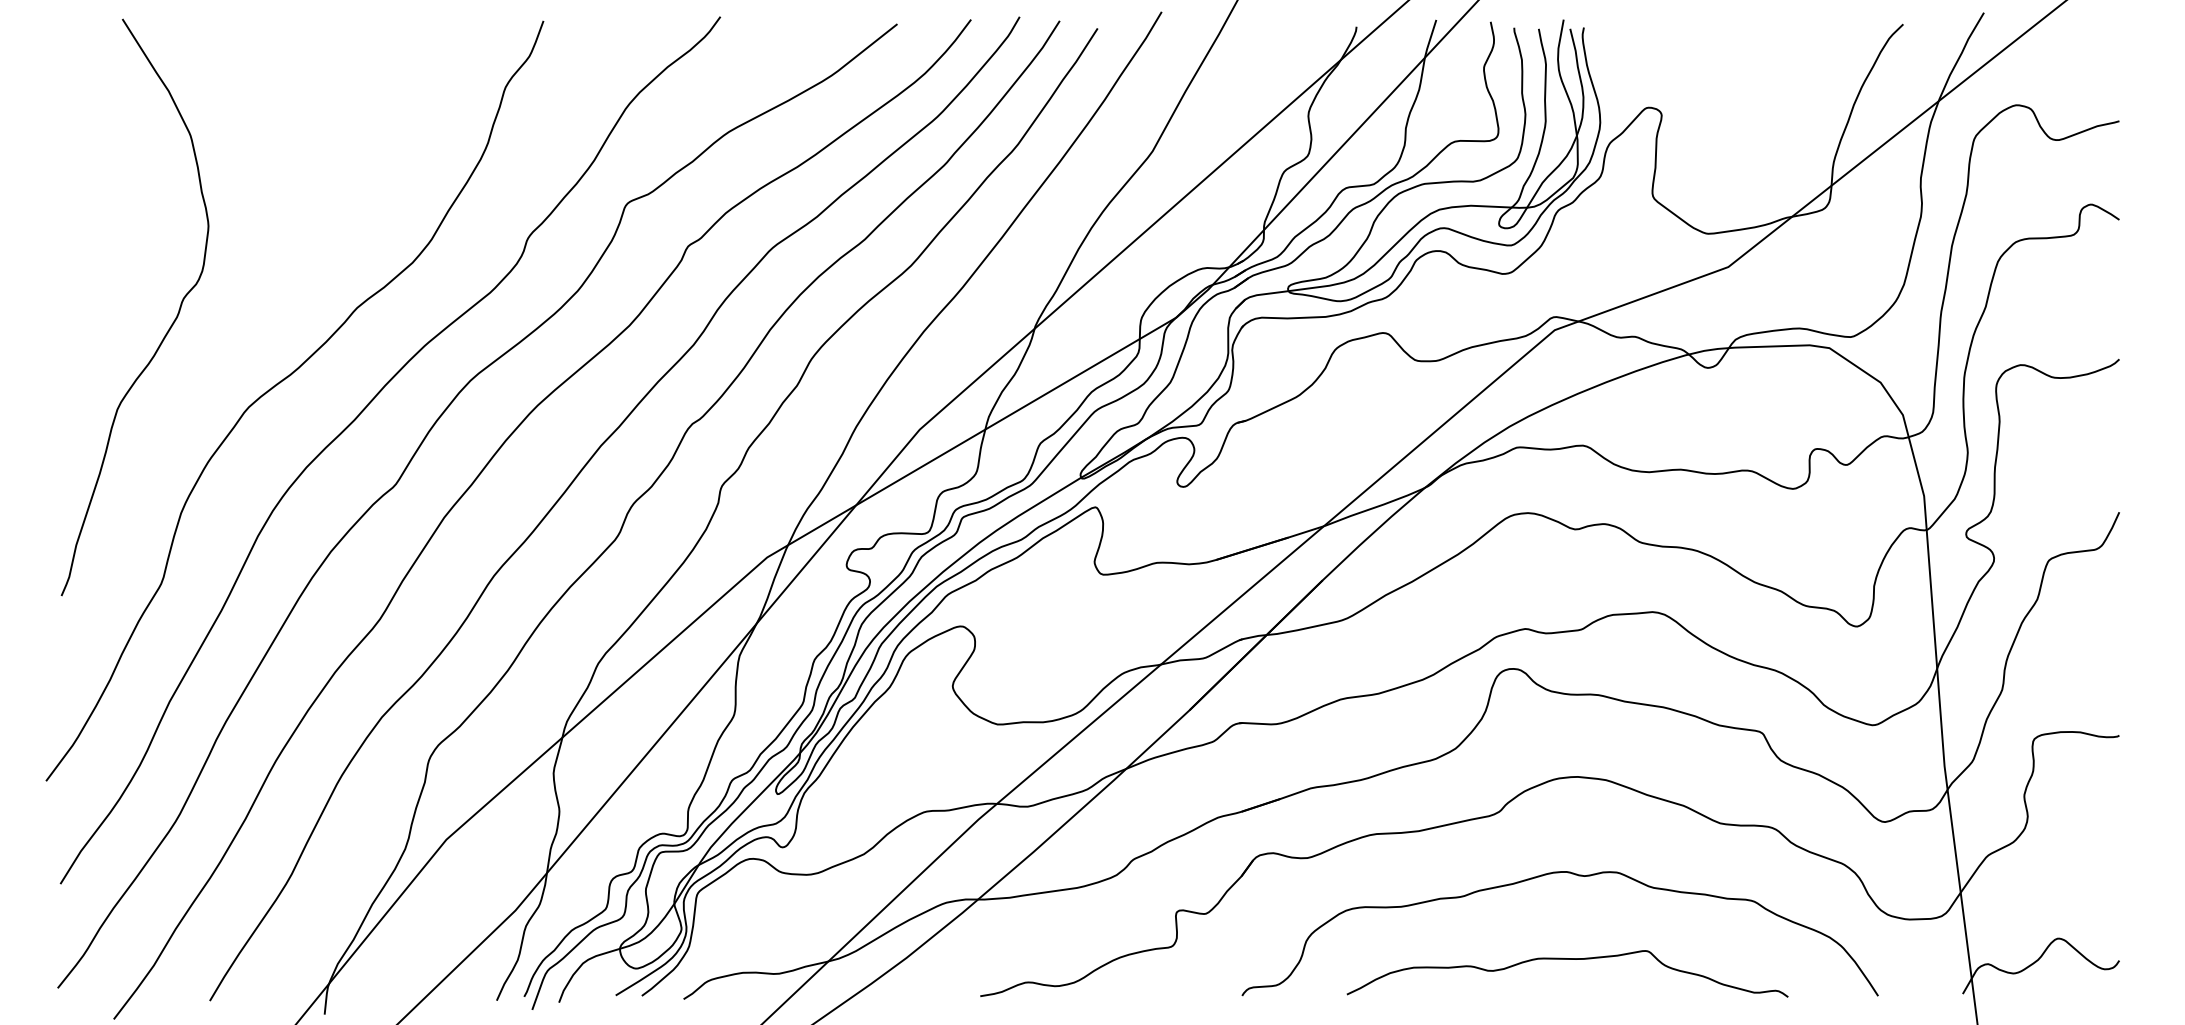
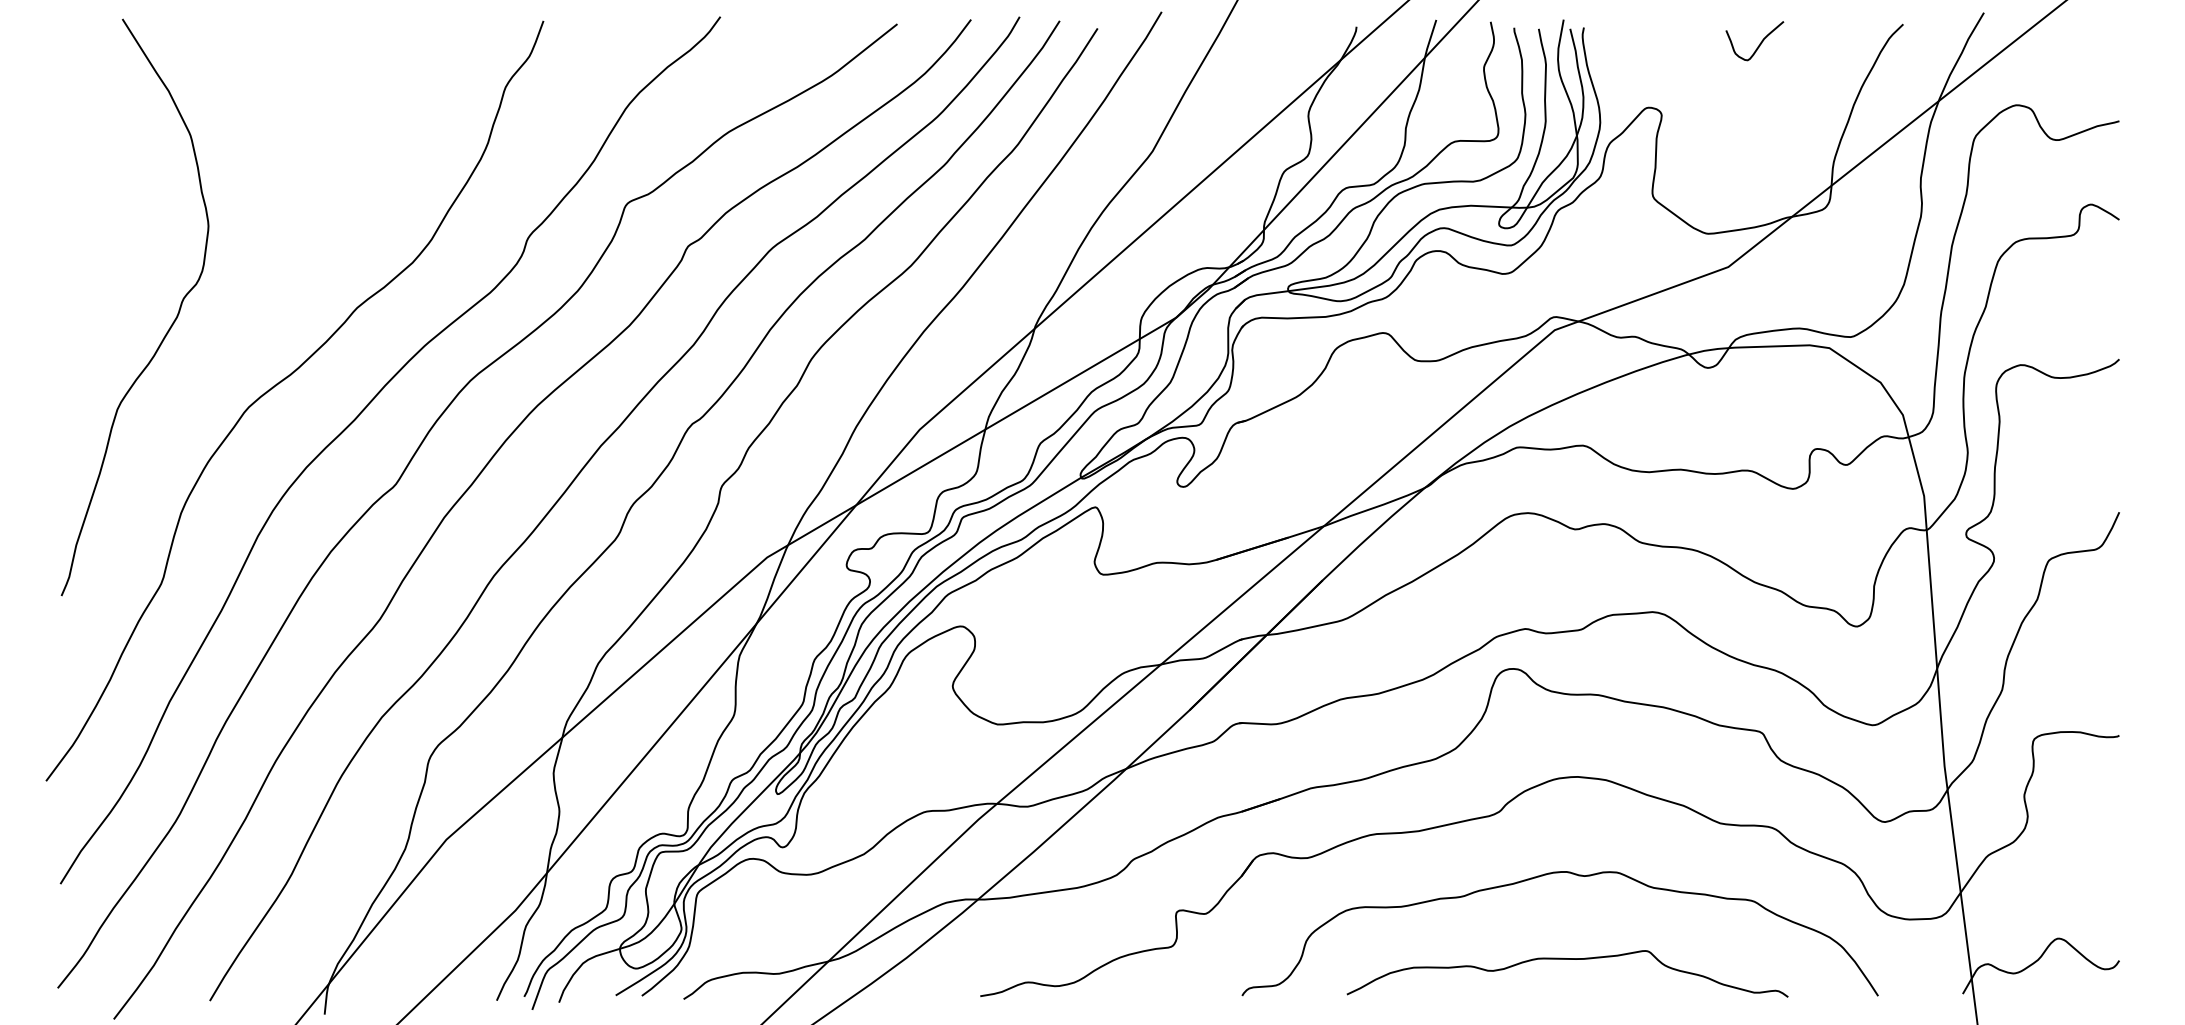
curve at (1759, 43): none -> present
